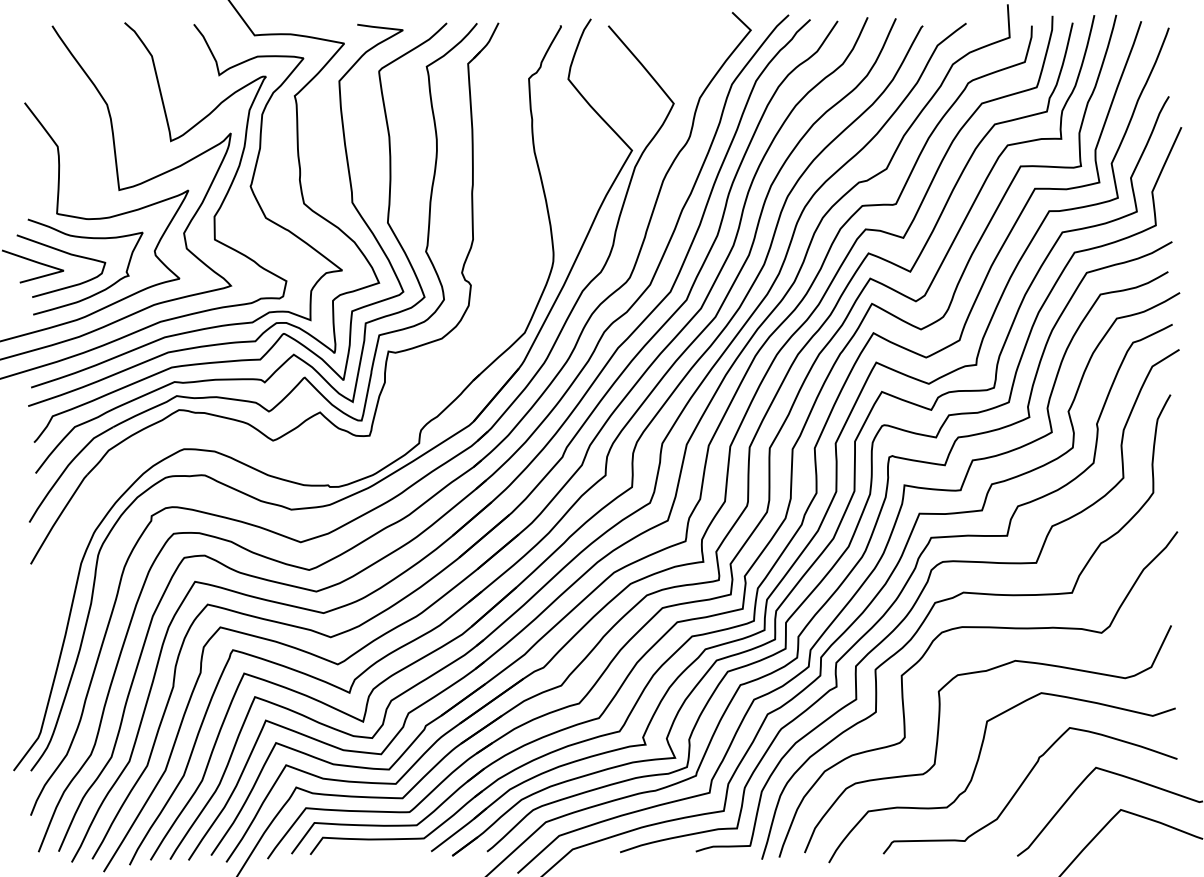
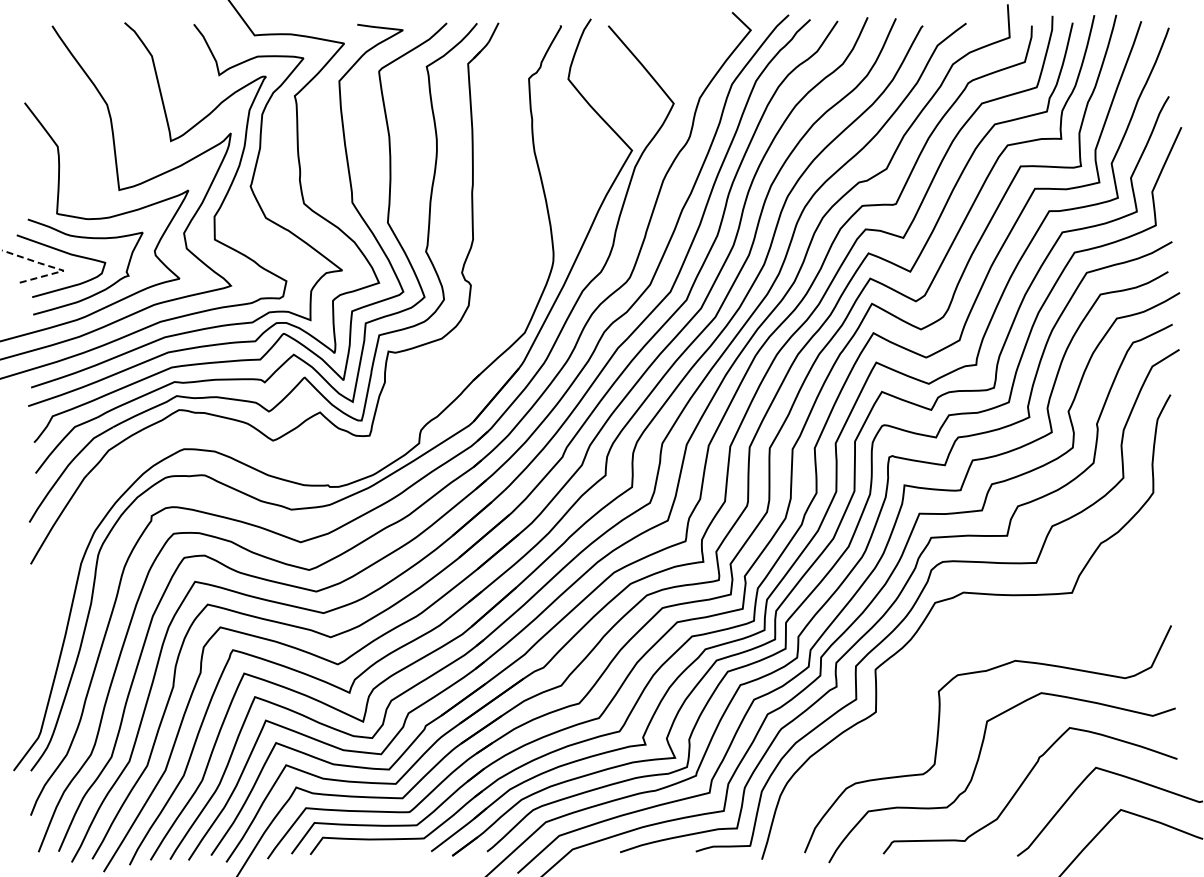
line at (54, 267): solid -> dashed
curve at (978, 628): present -> none
